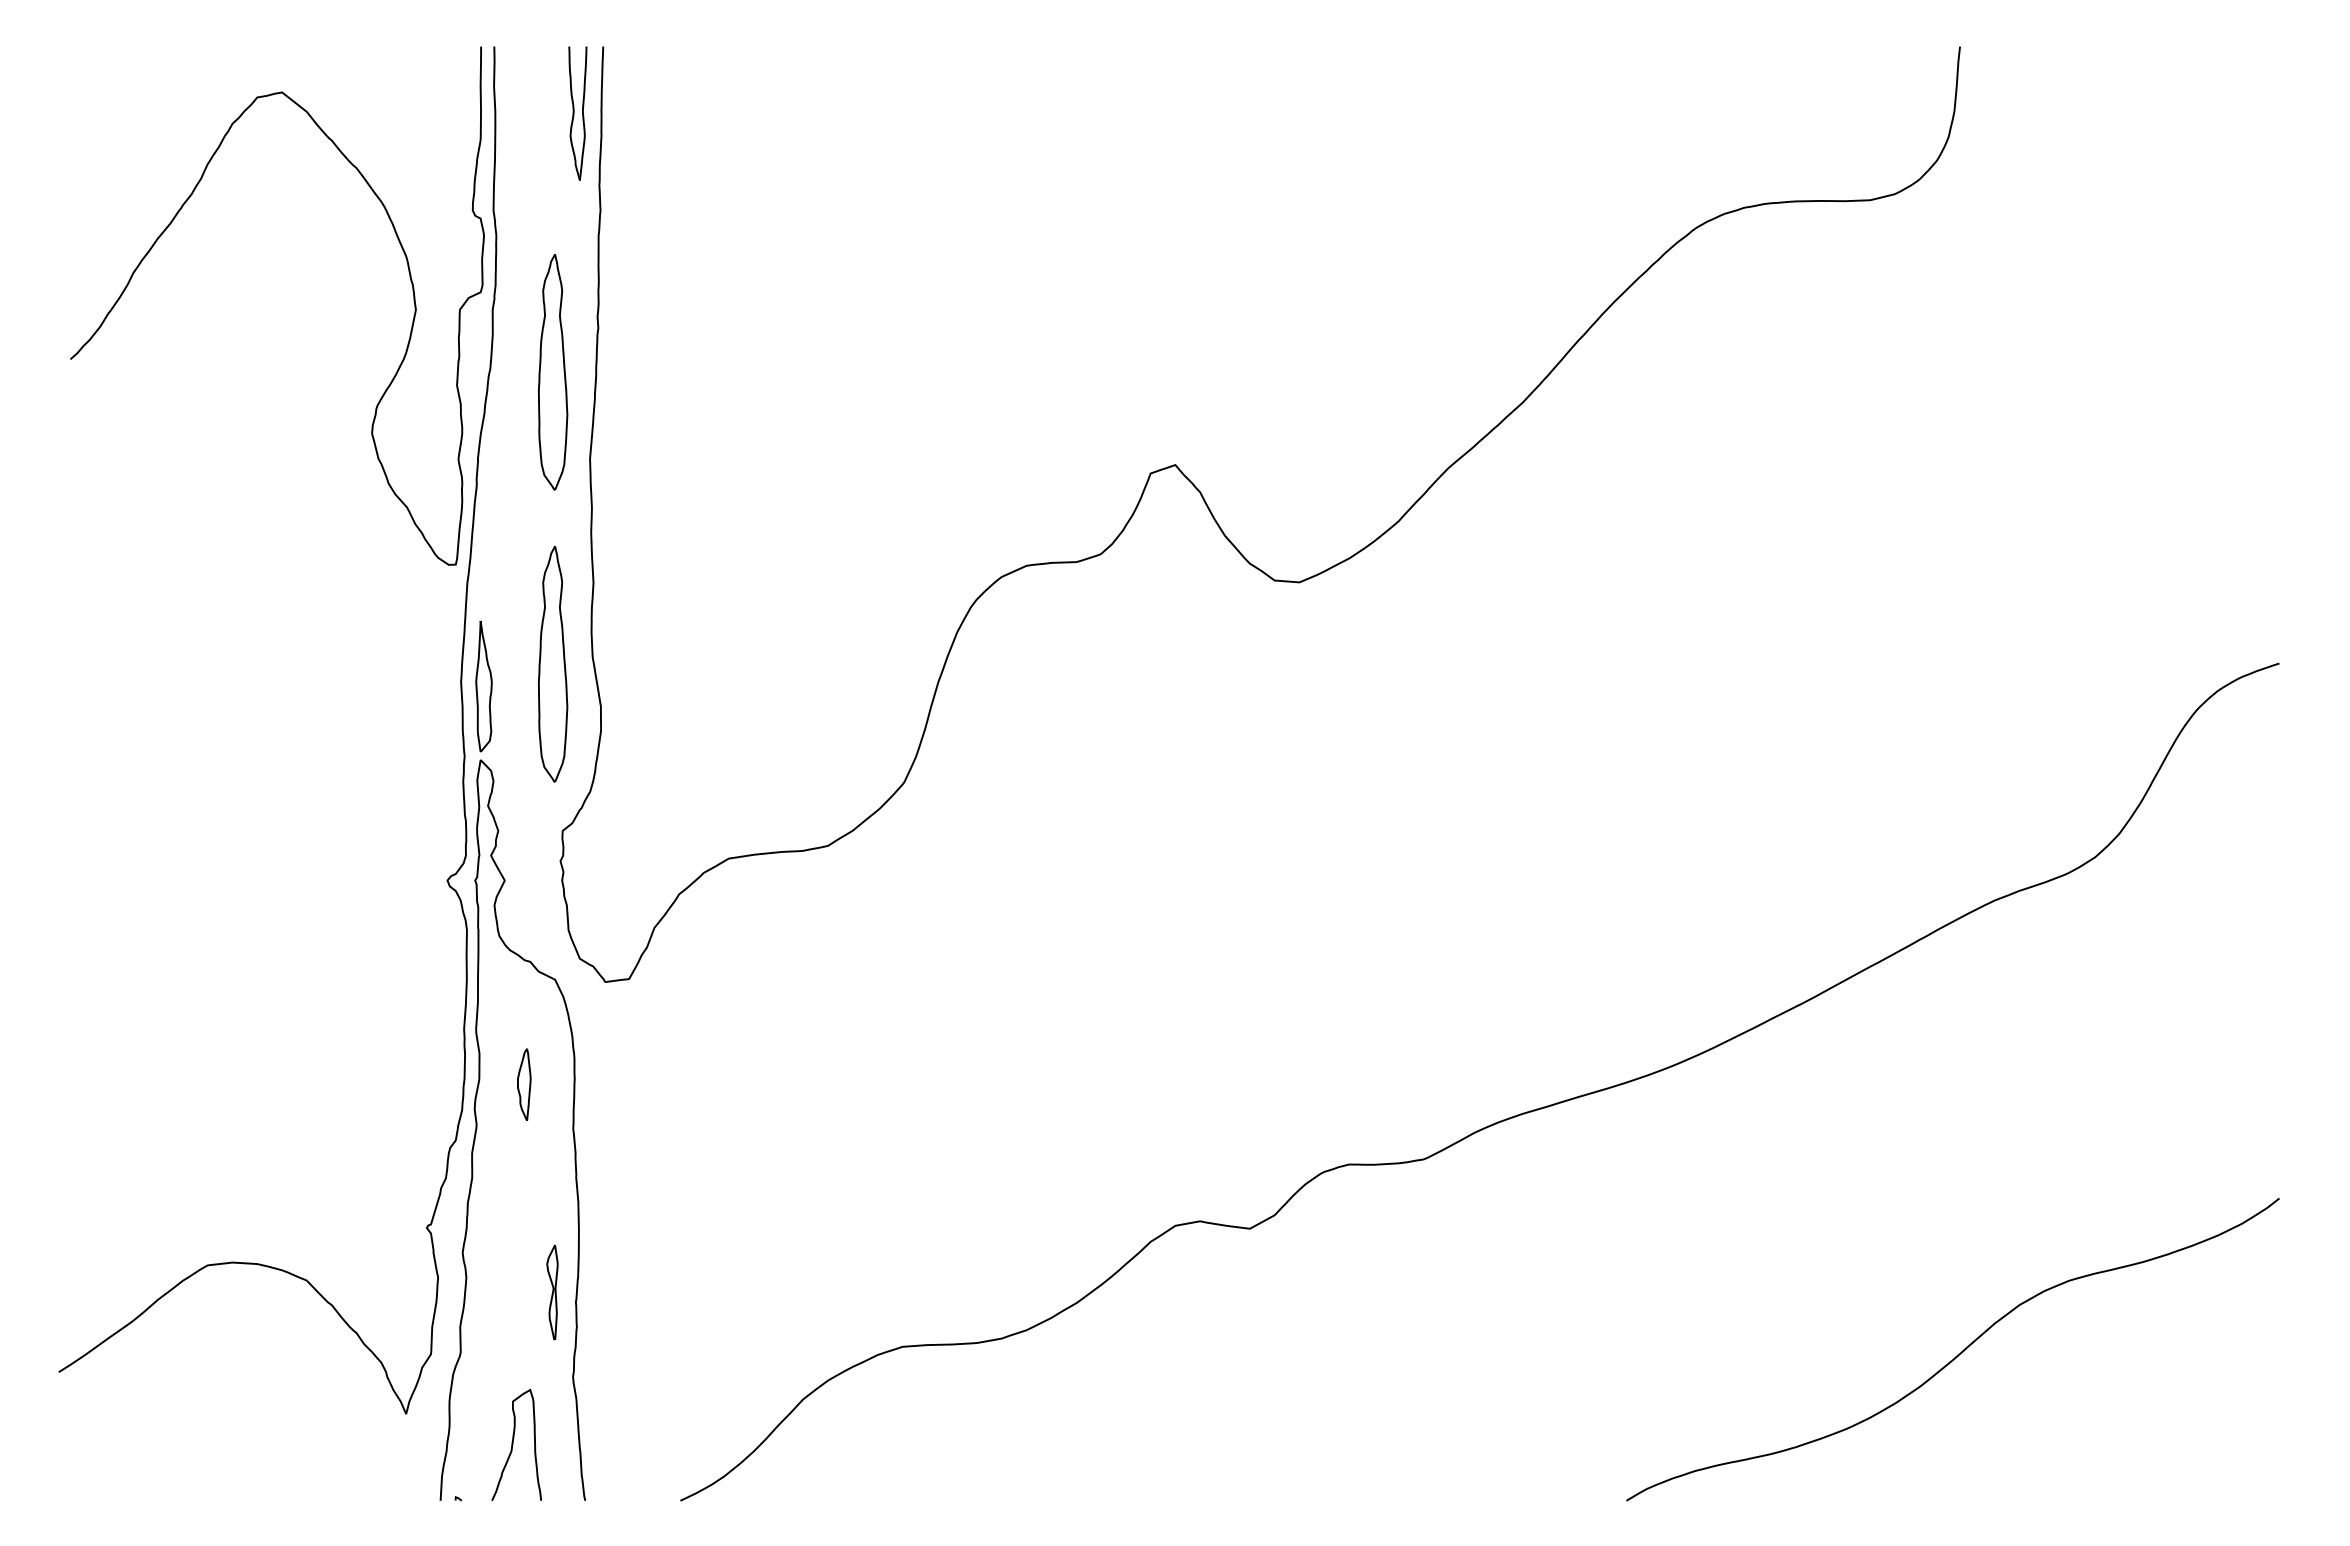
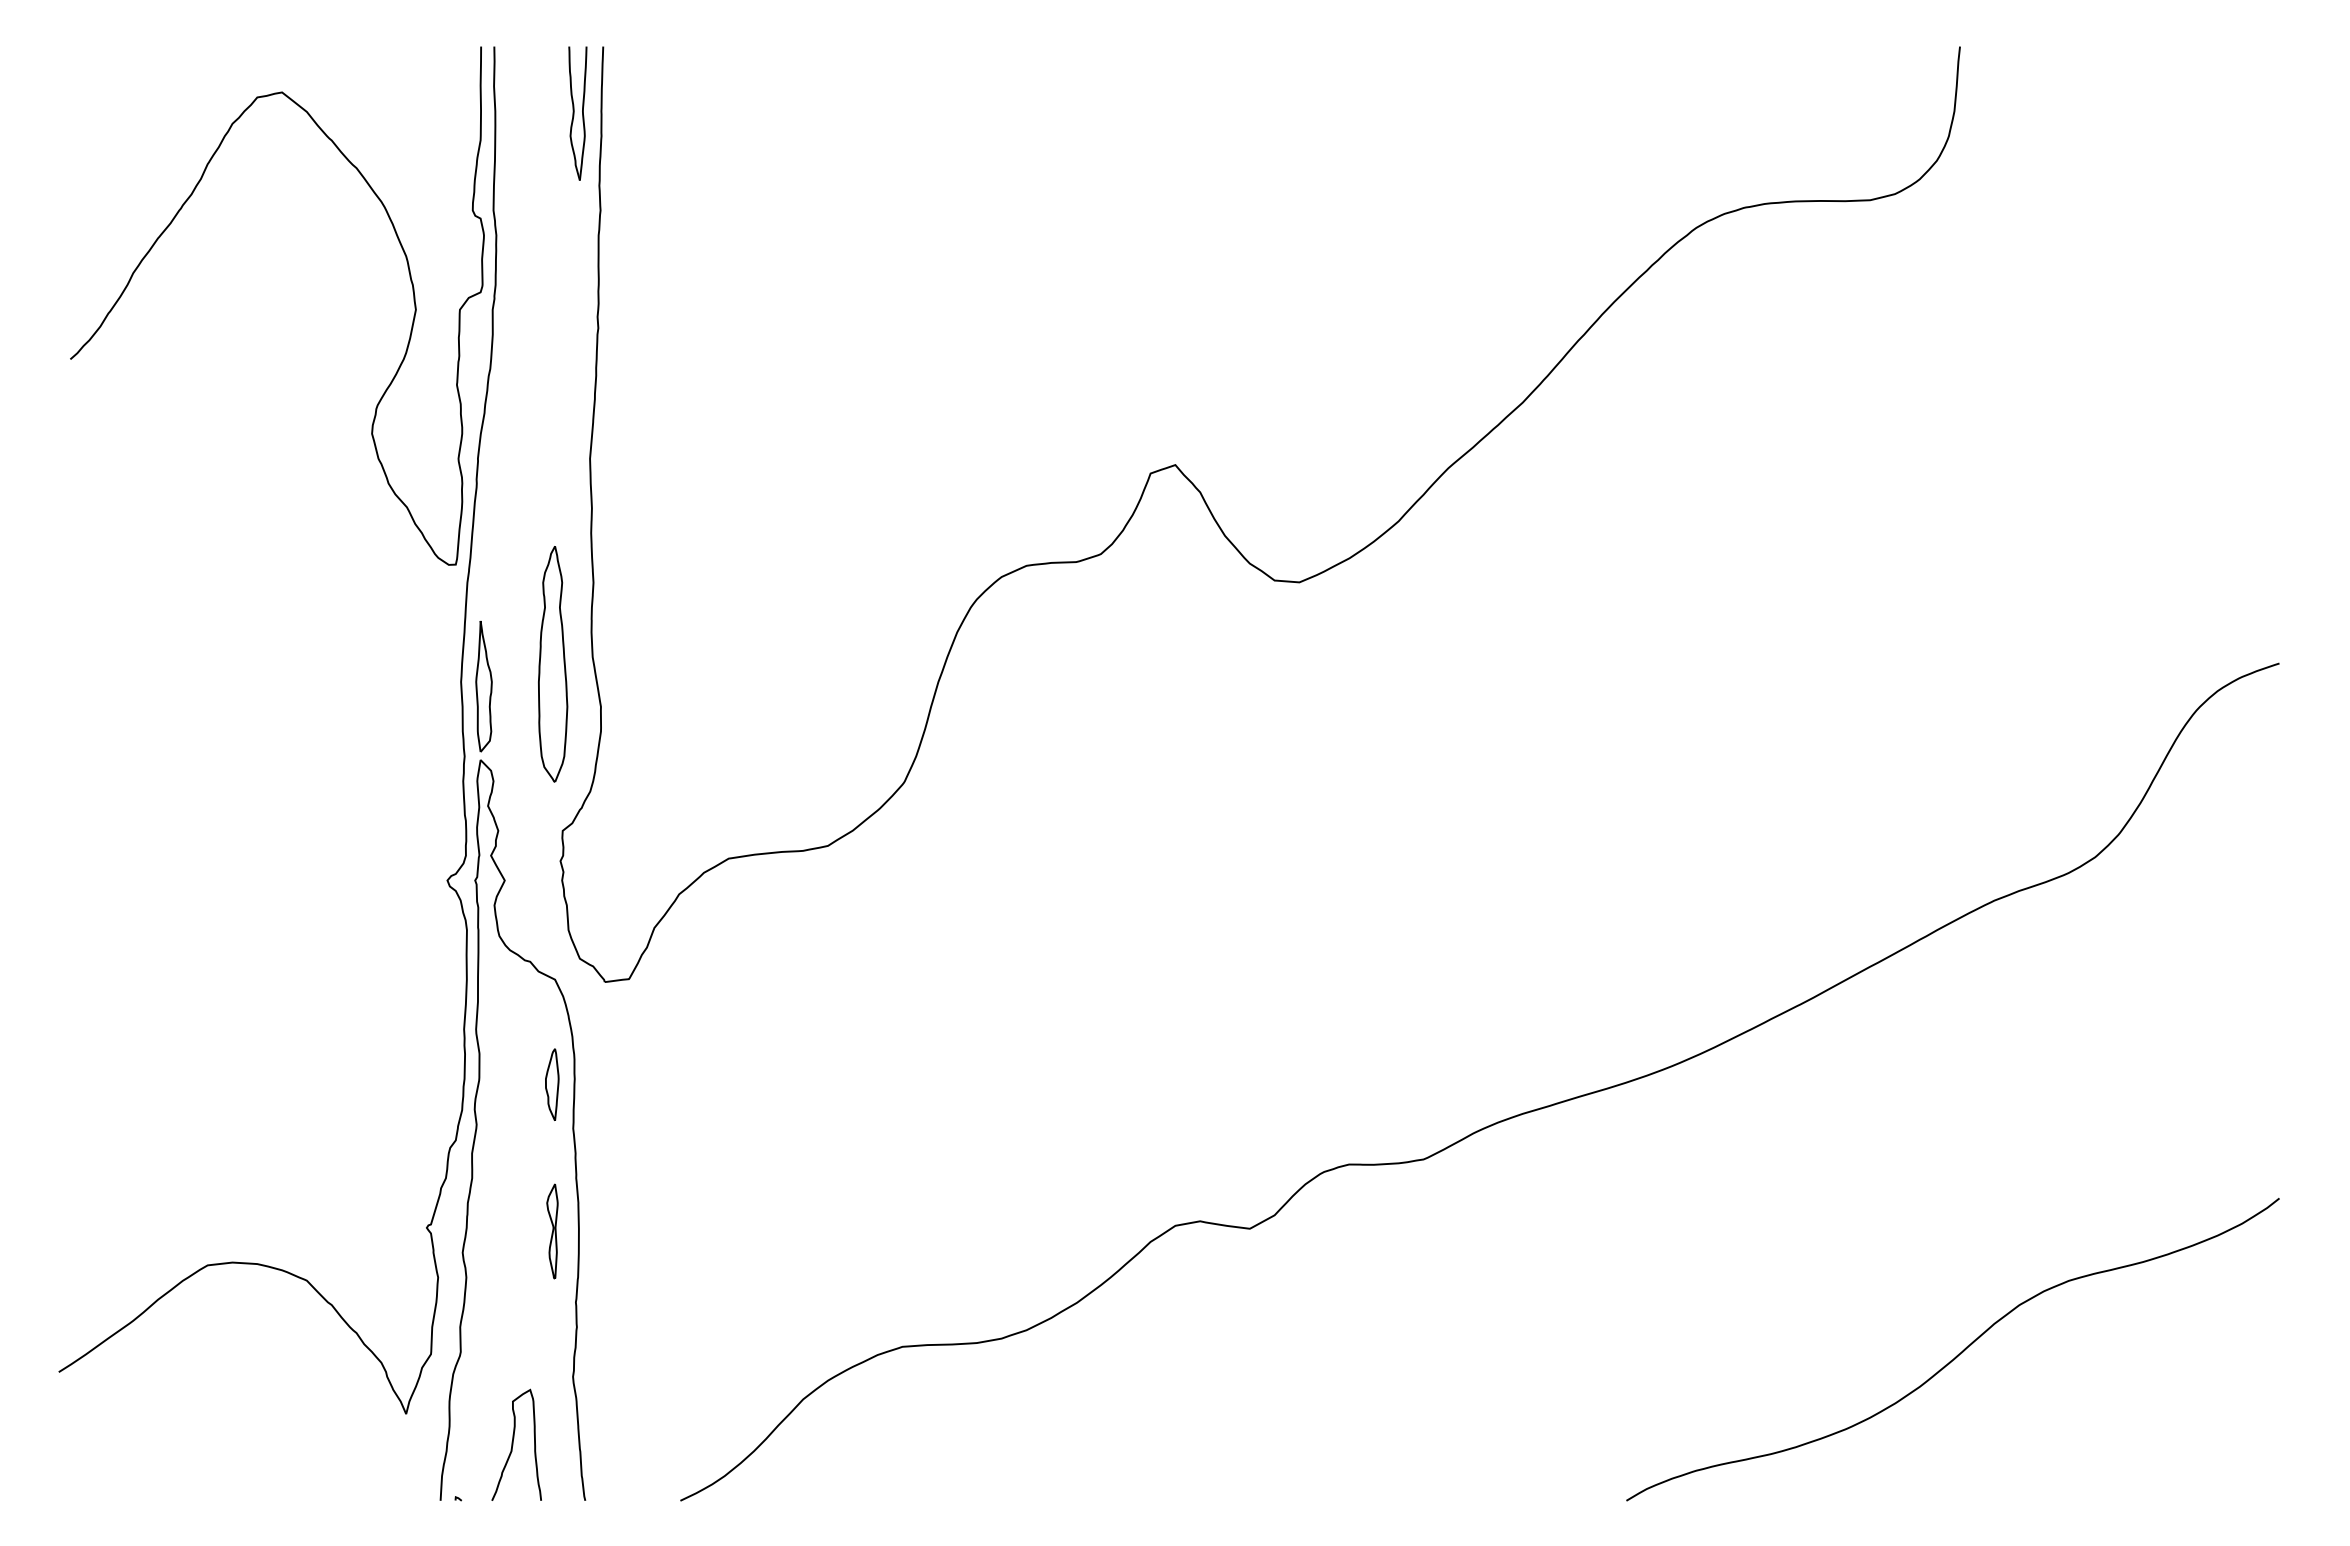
part at (553, 372): present -> none
part at (524, 1084) position: (524, 1084) -> (552, 1084)
part at (552, 1292) position: (552, 1292) -> (552, 1231)
